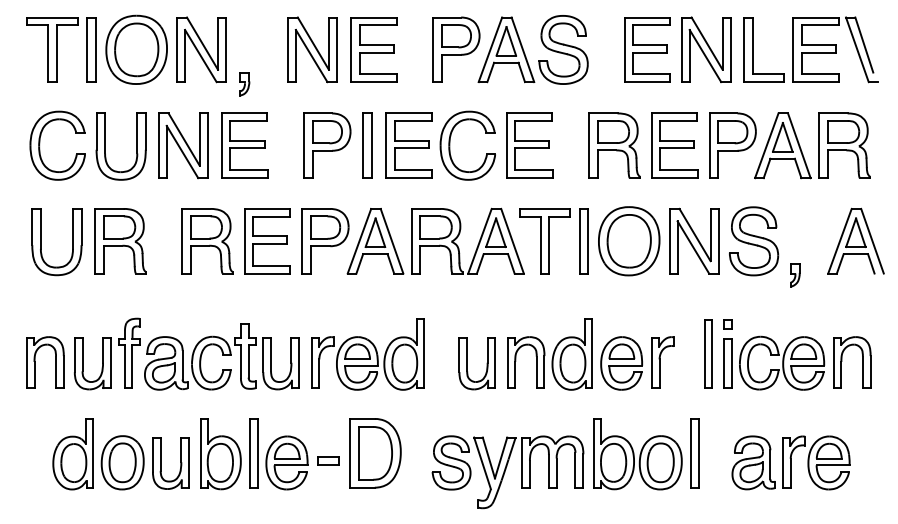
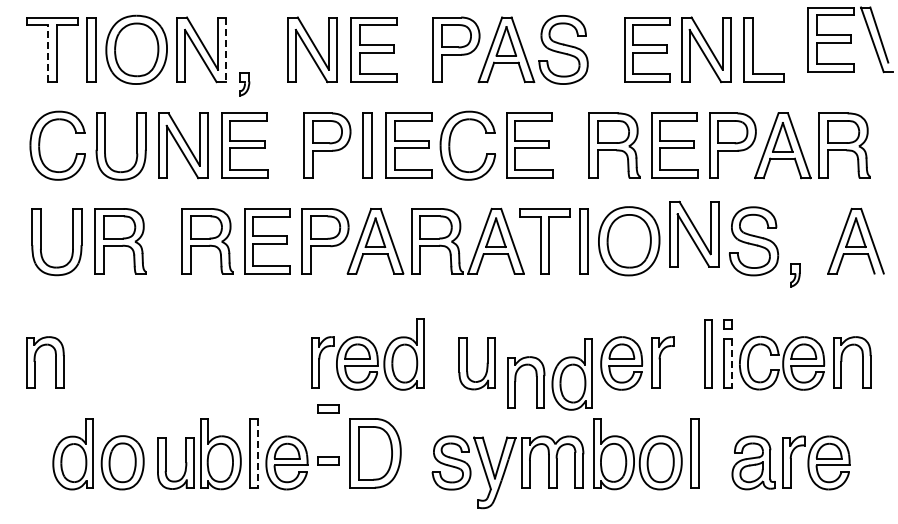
part at (835, 49) position: (835, 49) -> (850, 39)
line at (226, 50): solid -> dashed
line at (48, 53): solid -> dashed
part at (694, 240) position: (694, 240) -> (694, 233)
part at (186, 353): present -> none
part at (549, 354) position: (549, 354) -> (549, 374)
line at (731, 363): solid -> dashed
part at (328, 408): none -> present
line at (257, 453): solid -> dashed
part at (161, 463) position: (161, 463) -> (166, 463)
